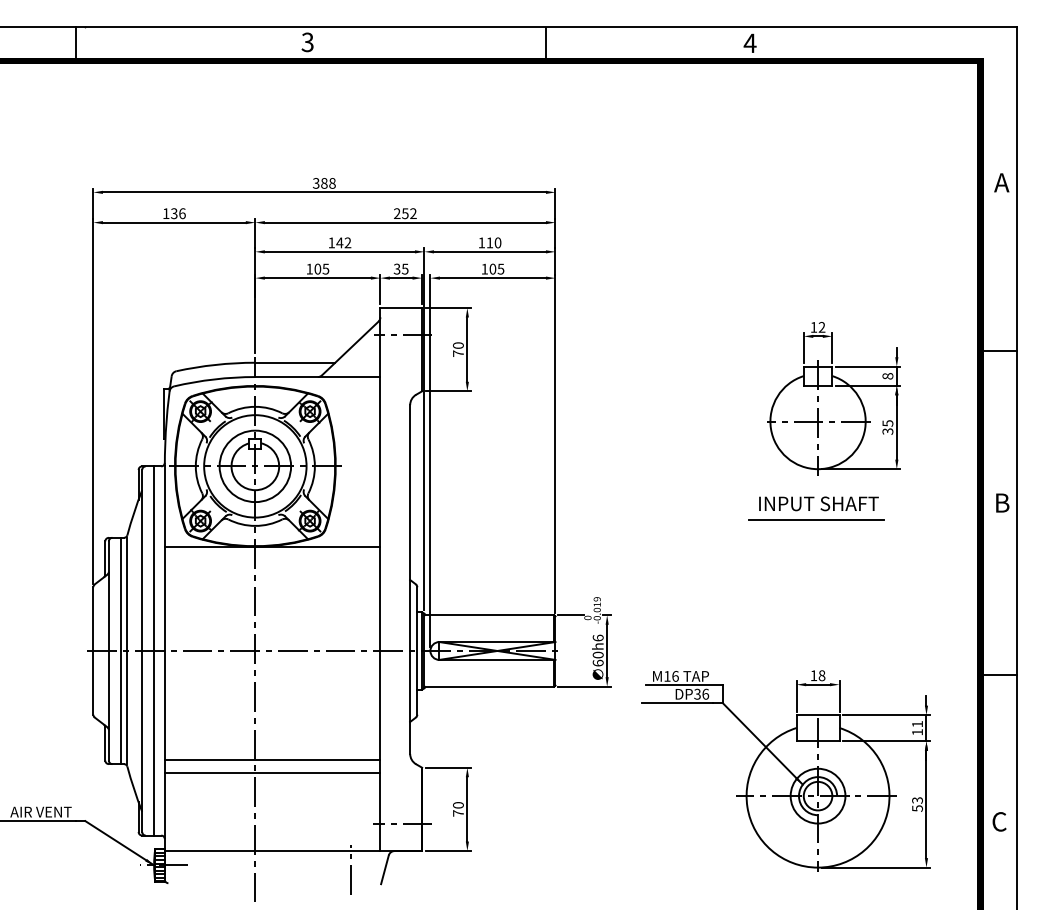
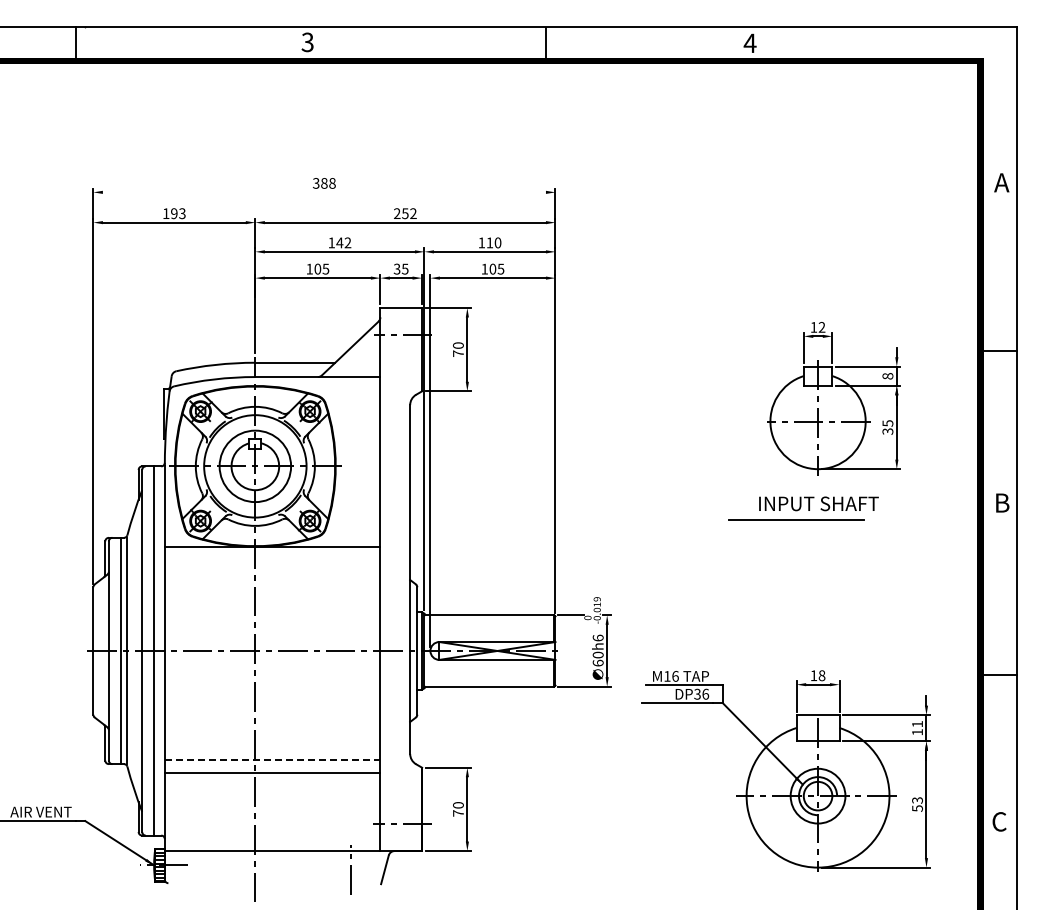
line at (323, 192): present -> none
text at (178, 213): 136 -> 193
line at (816, 519) position: (816, 519) -> (796, 519)
line at (272, 759): solid -> dashed
